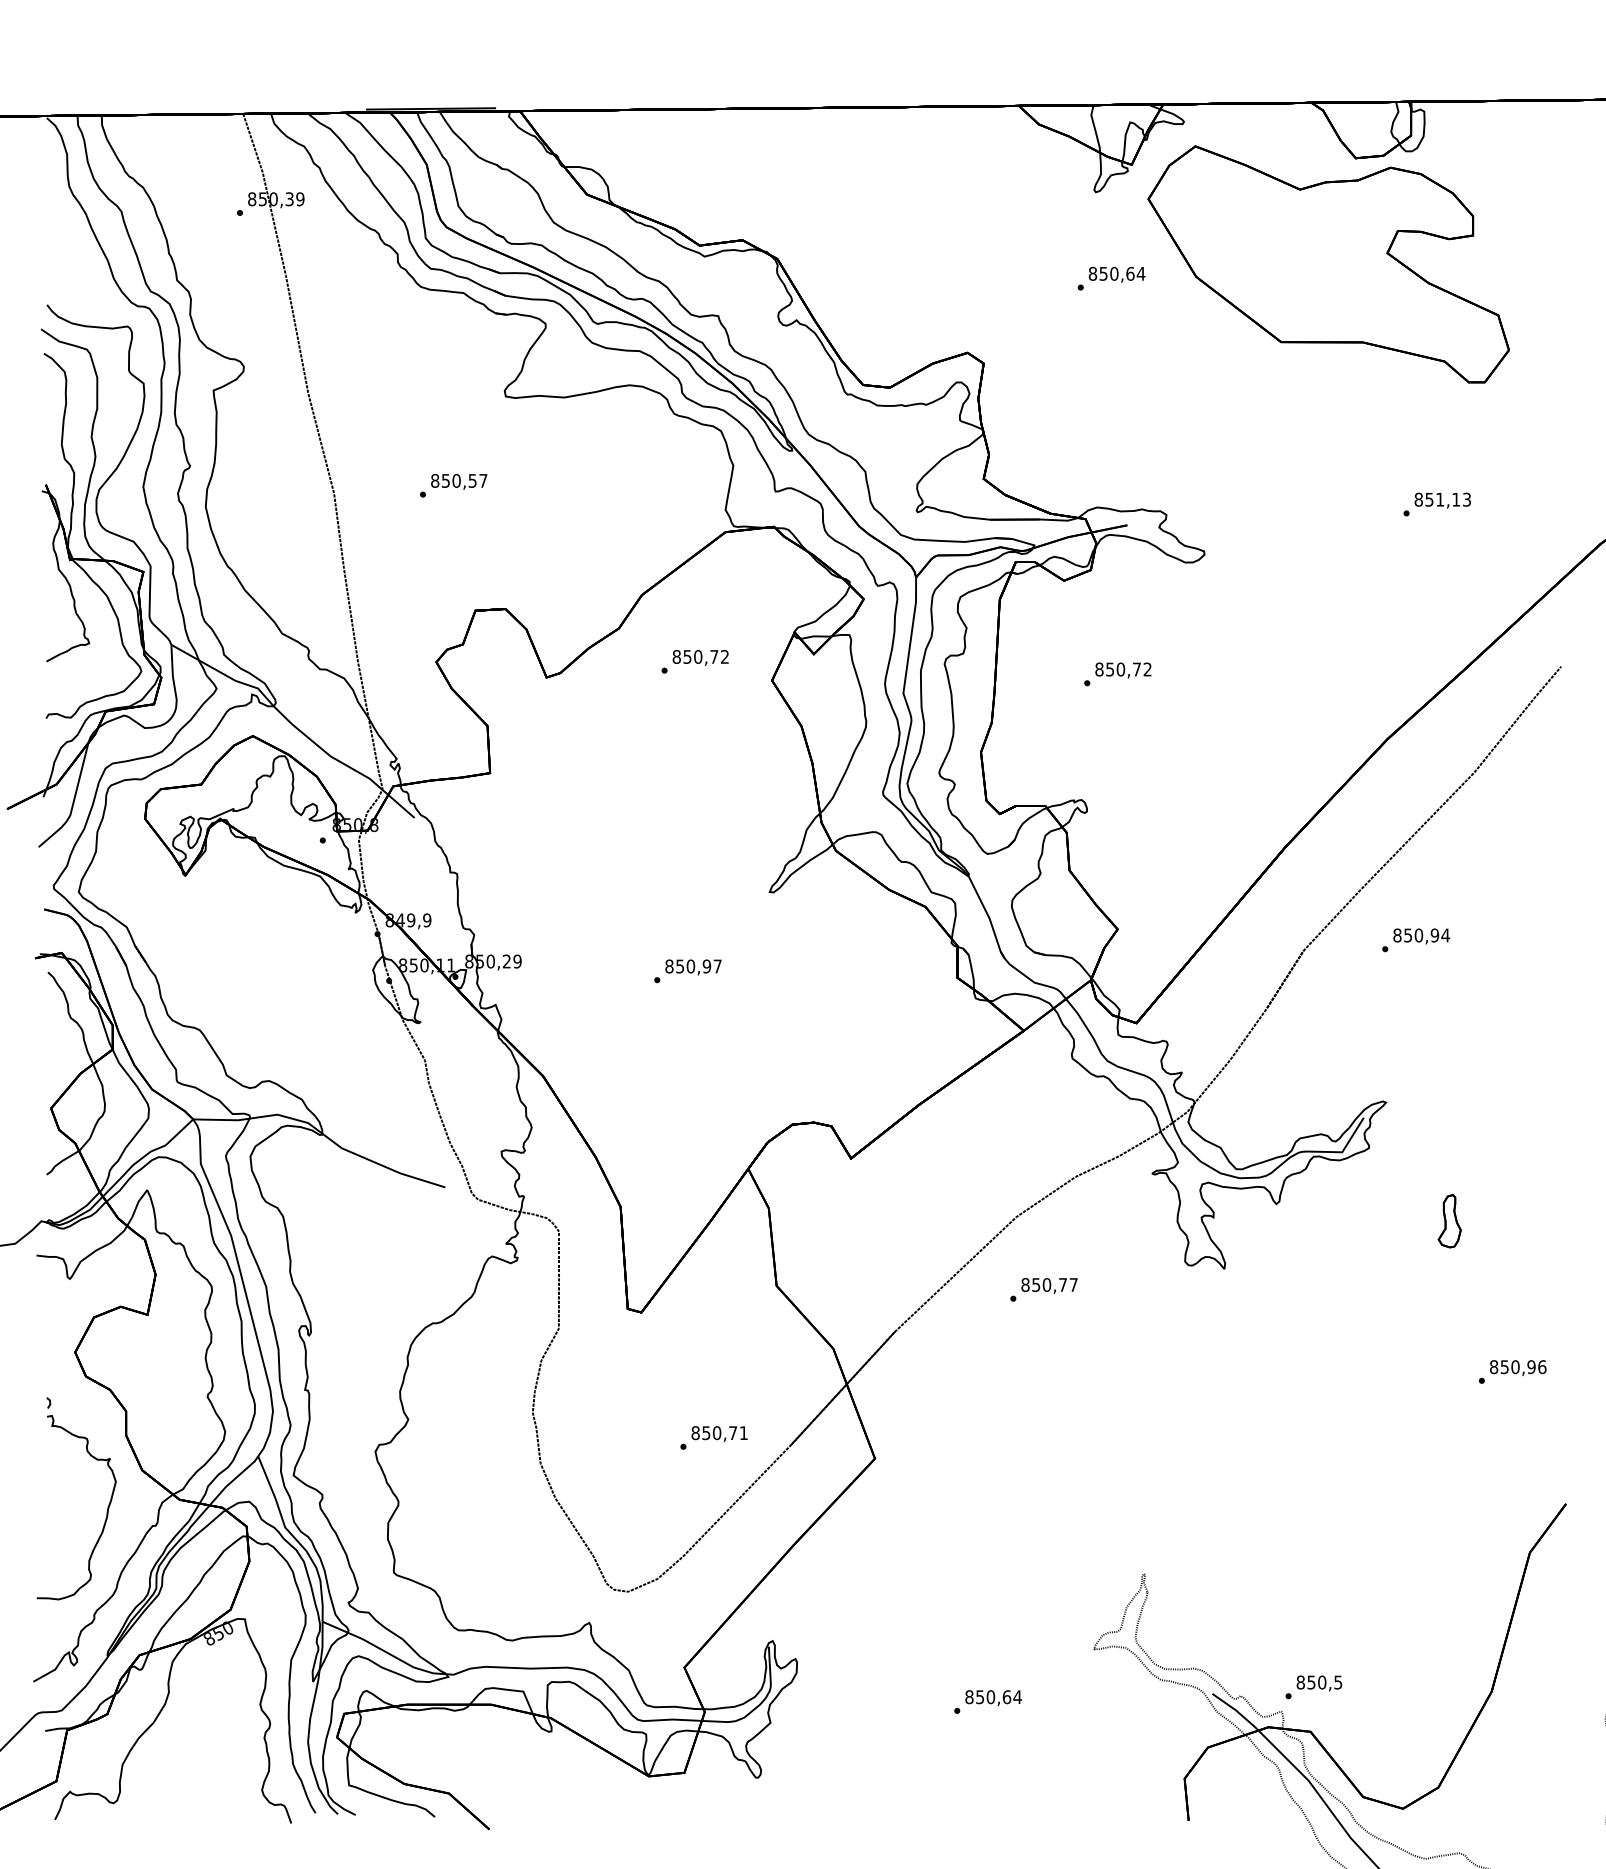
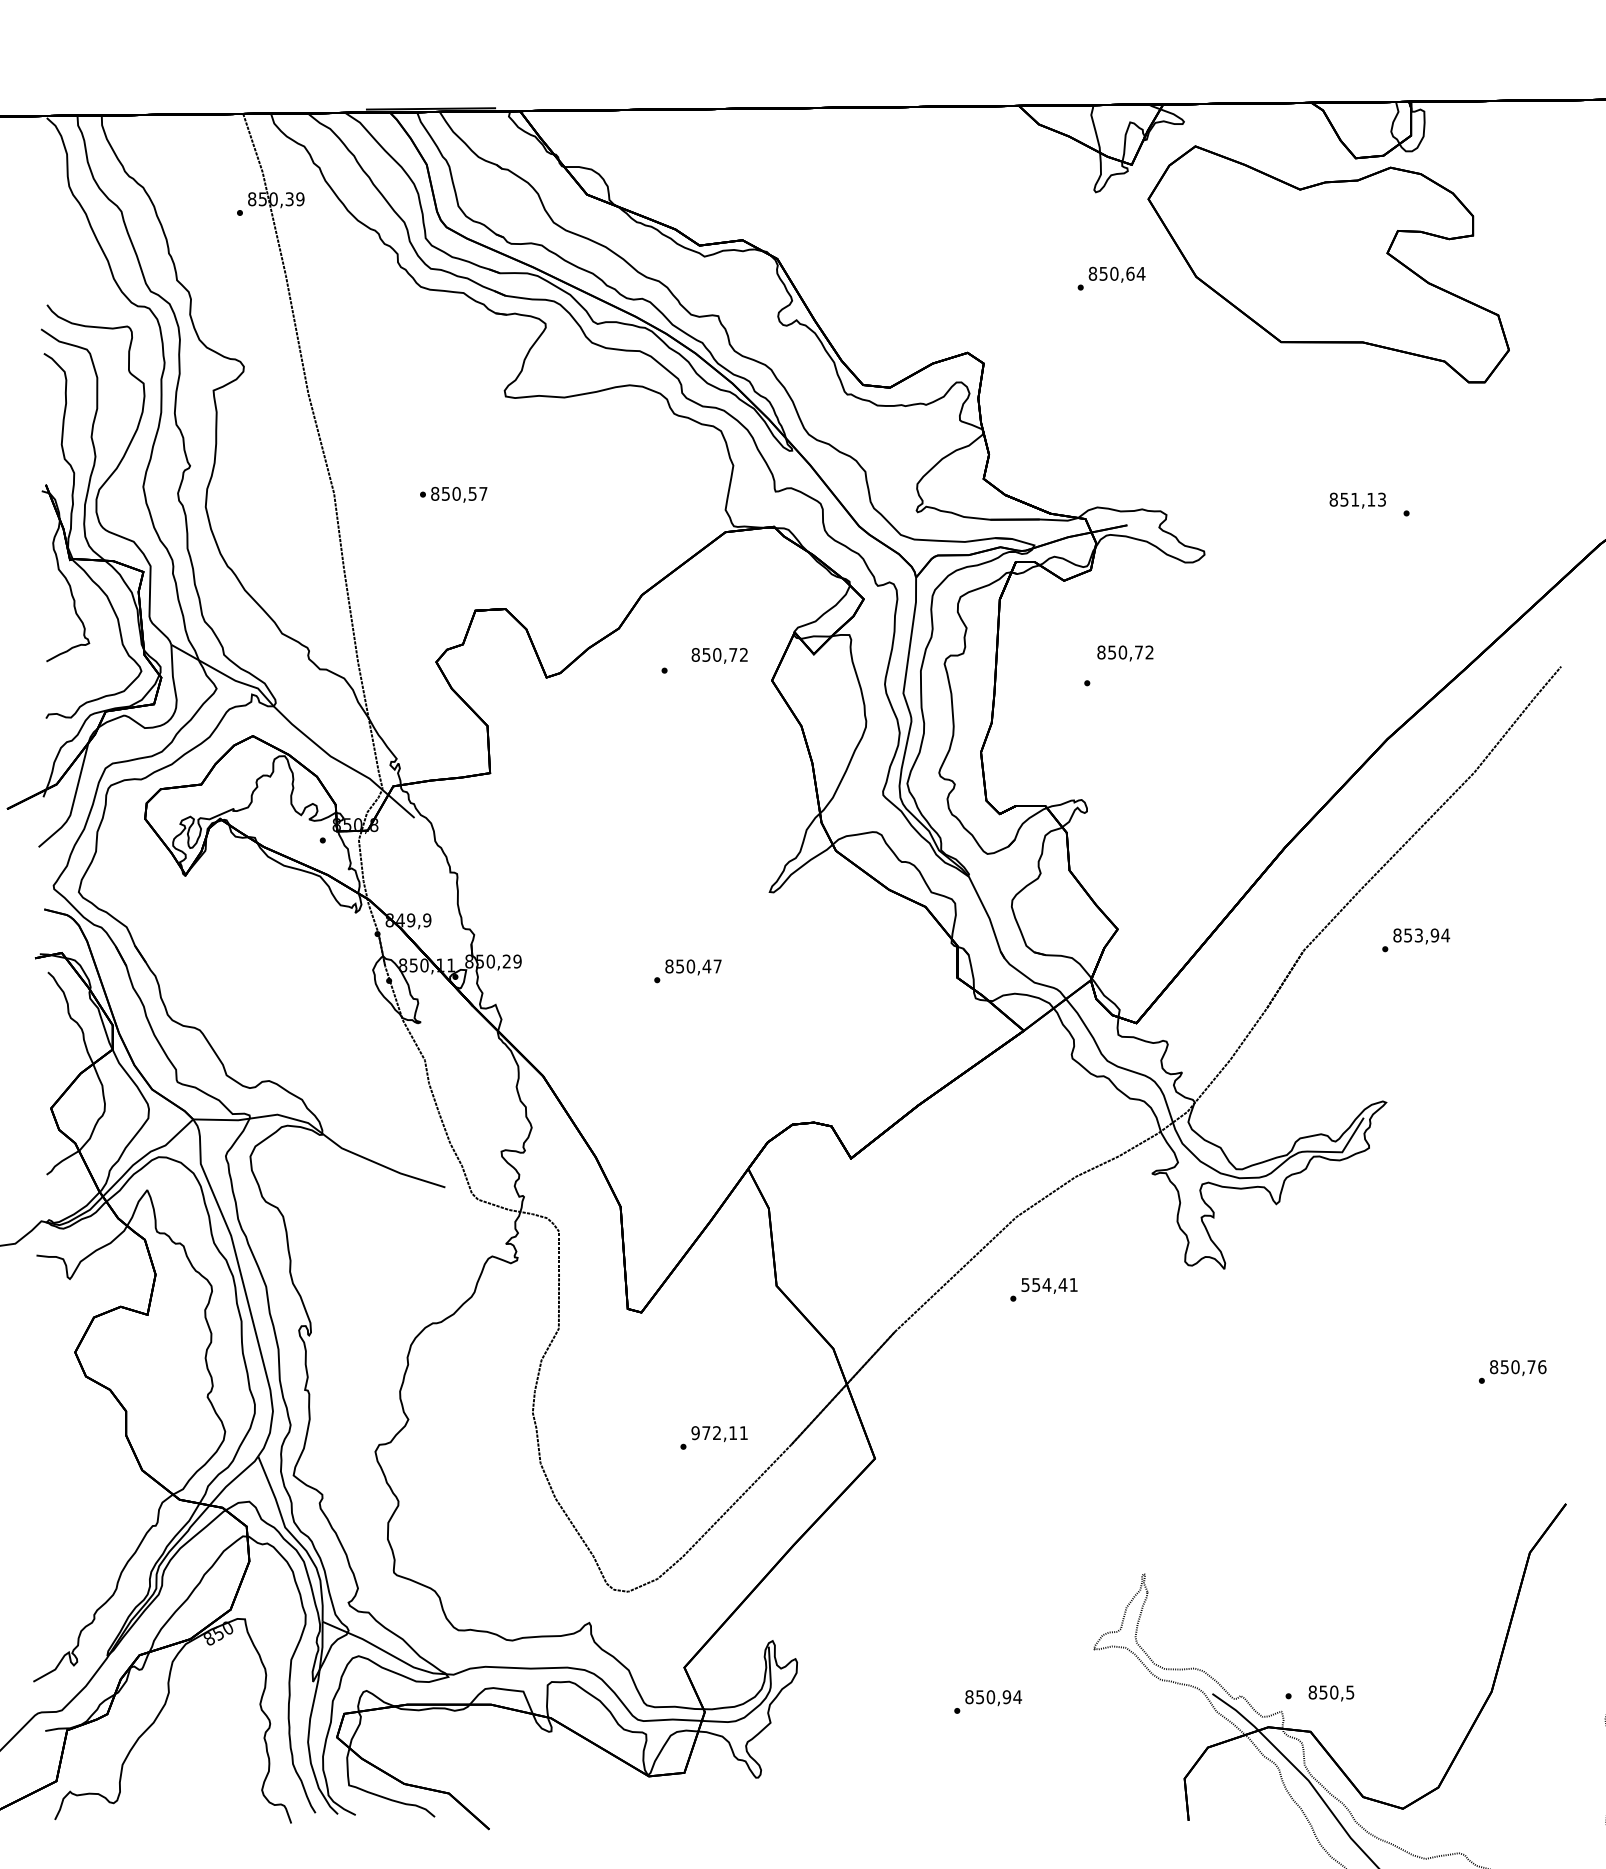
text at (459, 481) position: (459, 481) -> (459, 494)
text at (1442, 500) position: (1442, 500) -> (1357, 500)
text at (700, 657) position: (700, 657) -> (719, 655)
text at (1123, 670) position: (1123, 670) -> (1125, 653)
text at (1418, 935): 850,94 -> 853,94
text at (706, 966): 850,97 -> 850,47
part at (1449, 1221): present -> none
text at (1049, 1284): 850,77 -> 554,41
text at (1531, 1367): 850,96 -> 850,76
text at (713, 1433): 850,71 -> 972,11
part at (107, 1507): present -> none
text at (1319, 1683) position: (1319, 1683) -> (1331, 1693)
text at (1006, 1697): 850,64 -> 850,94
